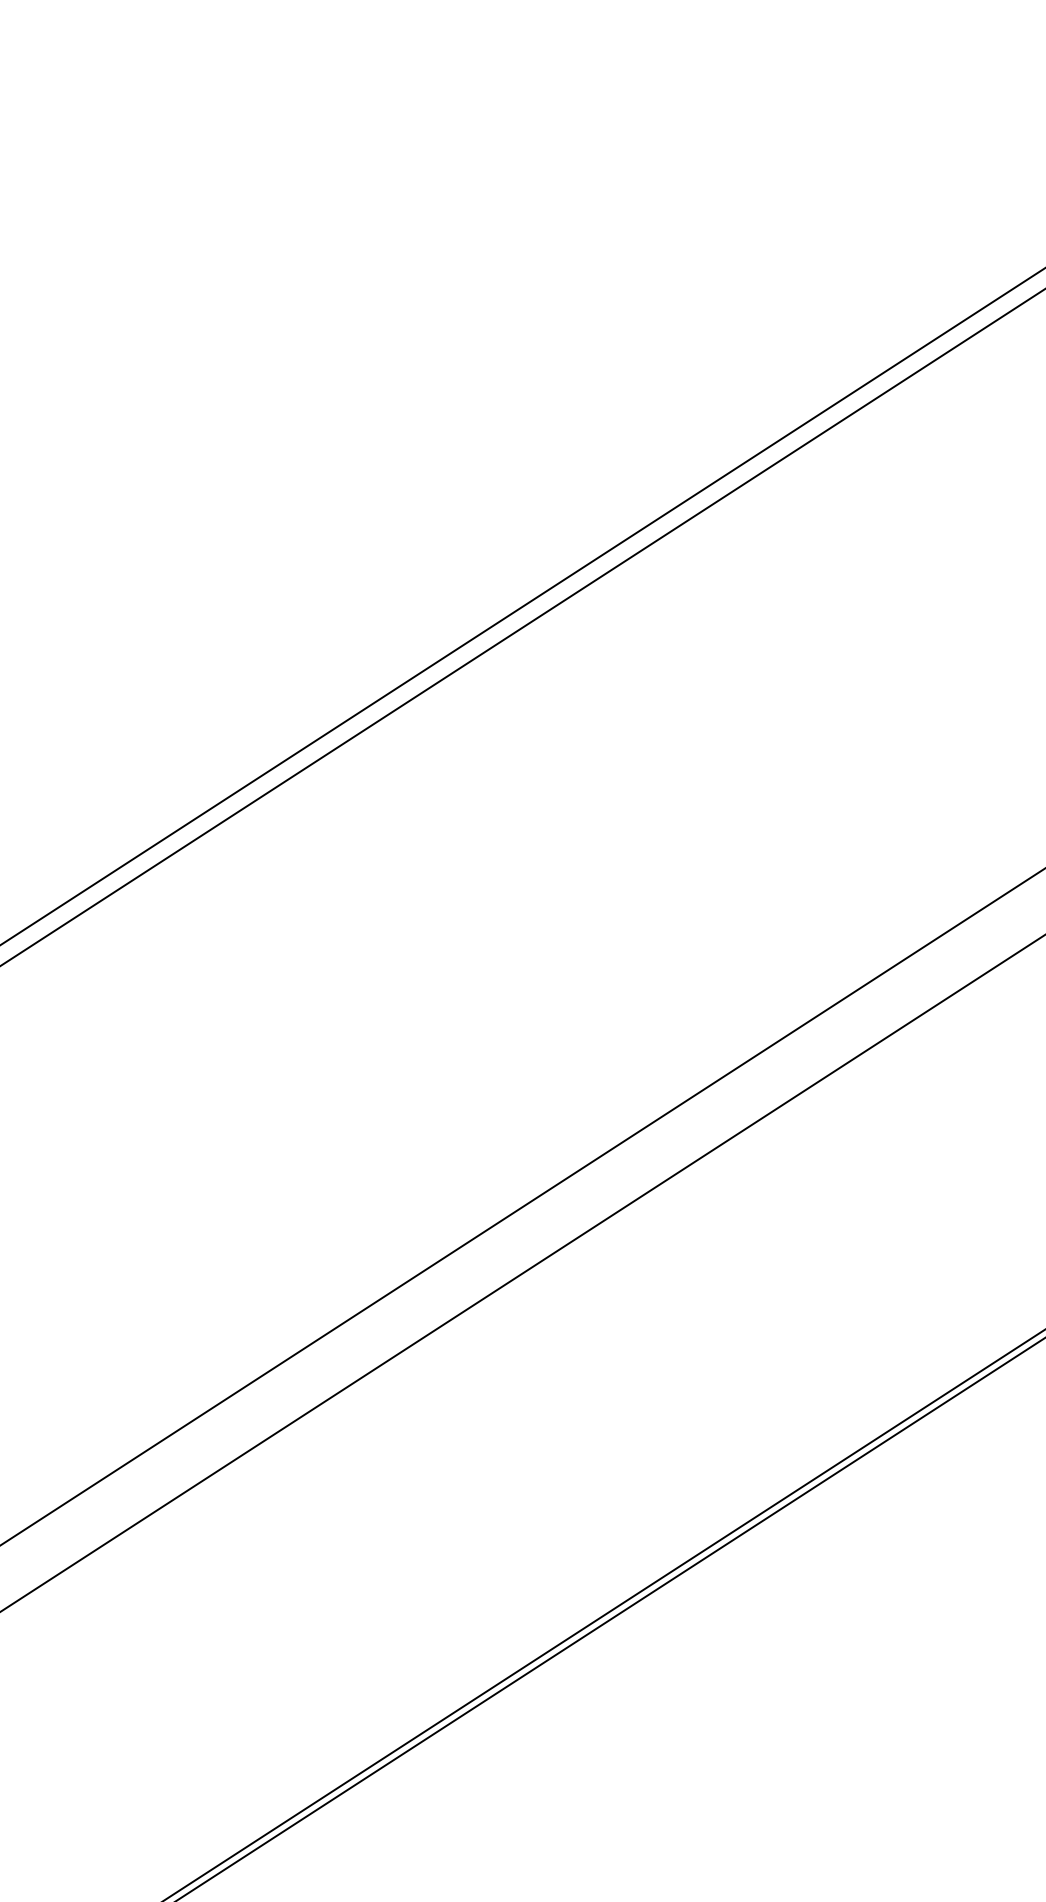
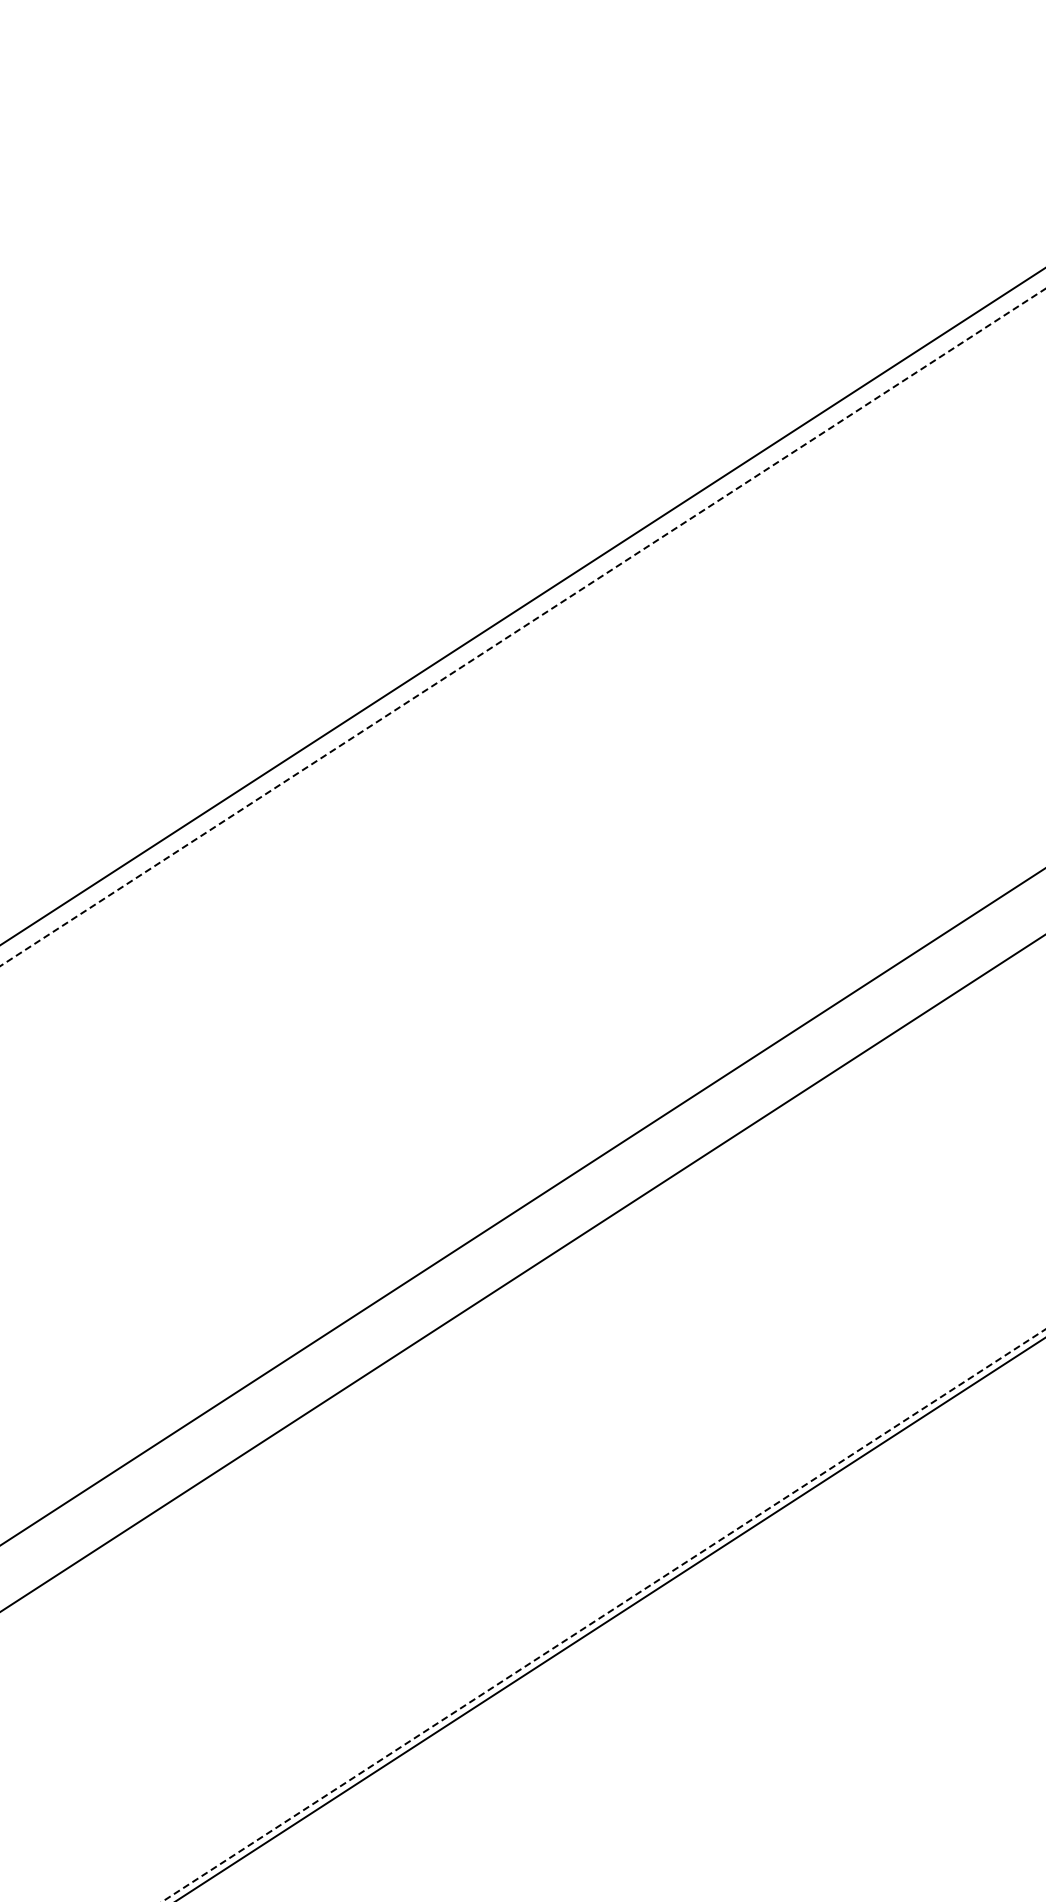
line at (523, 627): solid -> dashed
line at (604, 1615): solid -> dashed
